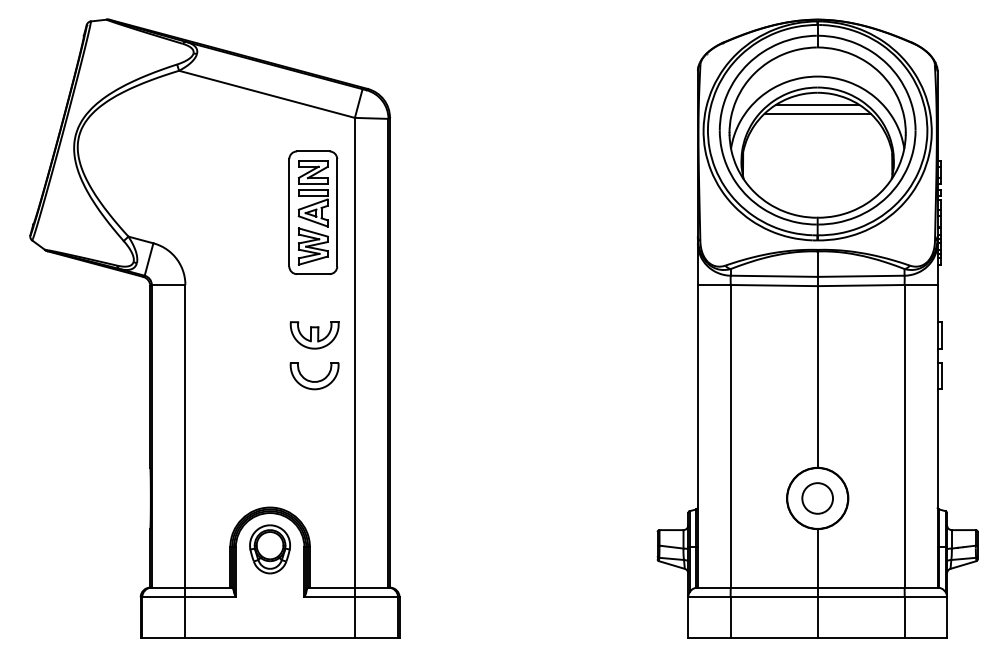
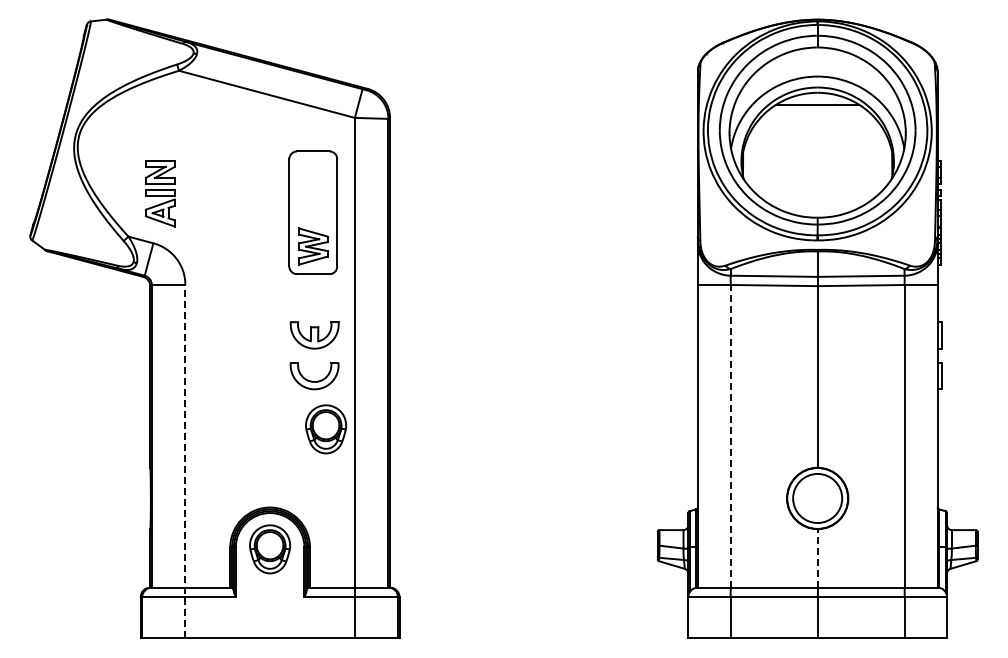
line at (817, 113): present -> none
part at (312, 193) position: (312, 193) -> (159, 193)
part at (325, 429): none -> present
line at (730, 435): solid -> dashed
line at (185, 461): solid -> dashed
circle at (817, 498) diameter: 31 px -> 49 px
line at (817, 557): solid -> dashed
